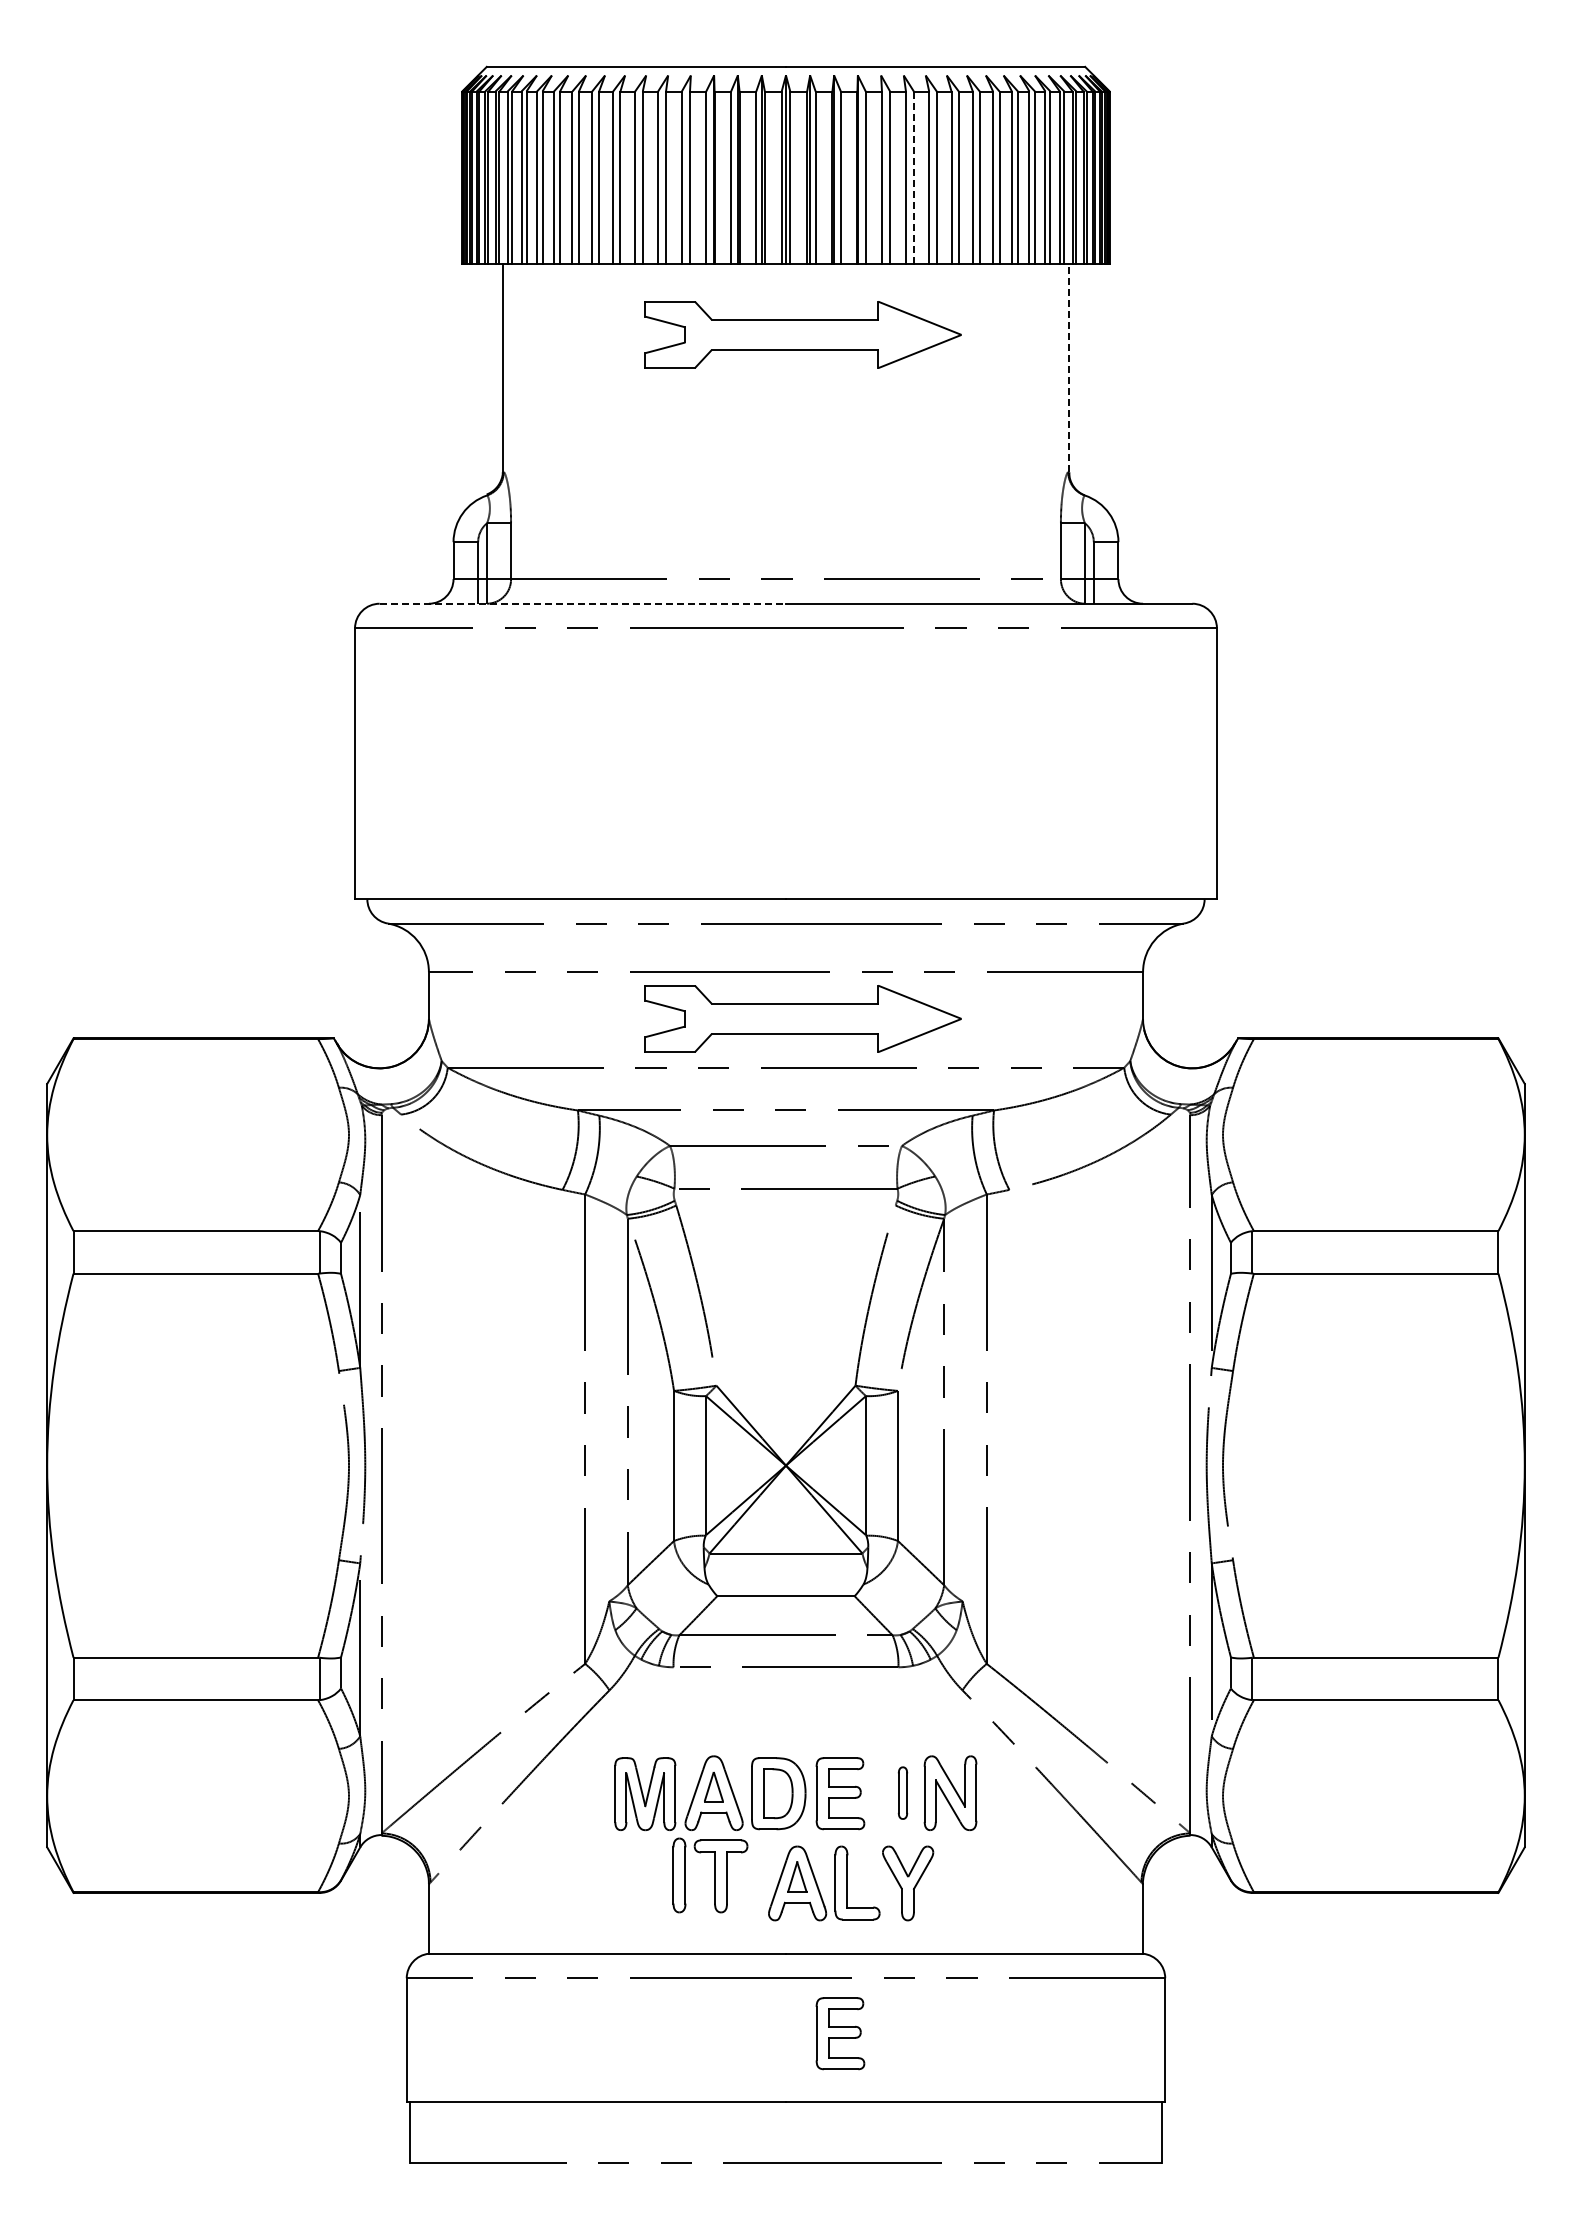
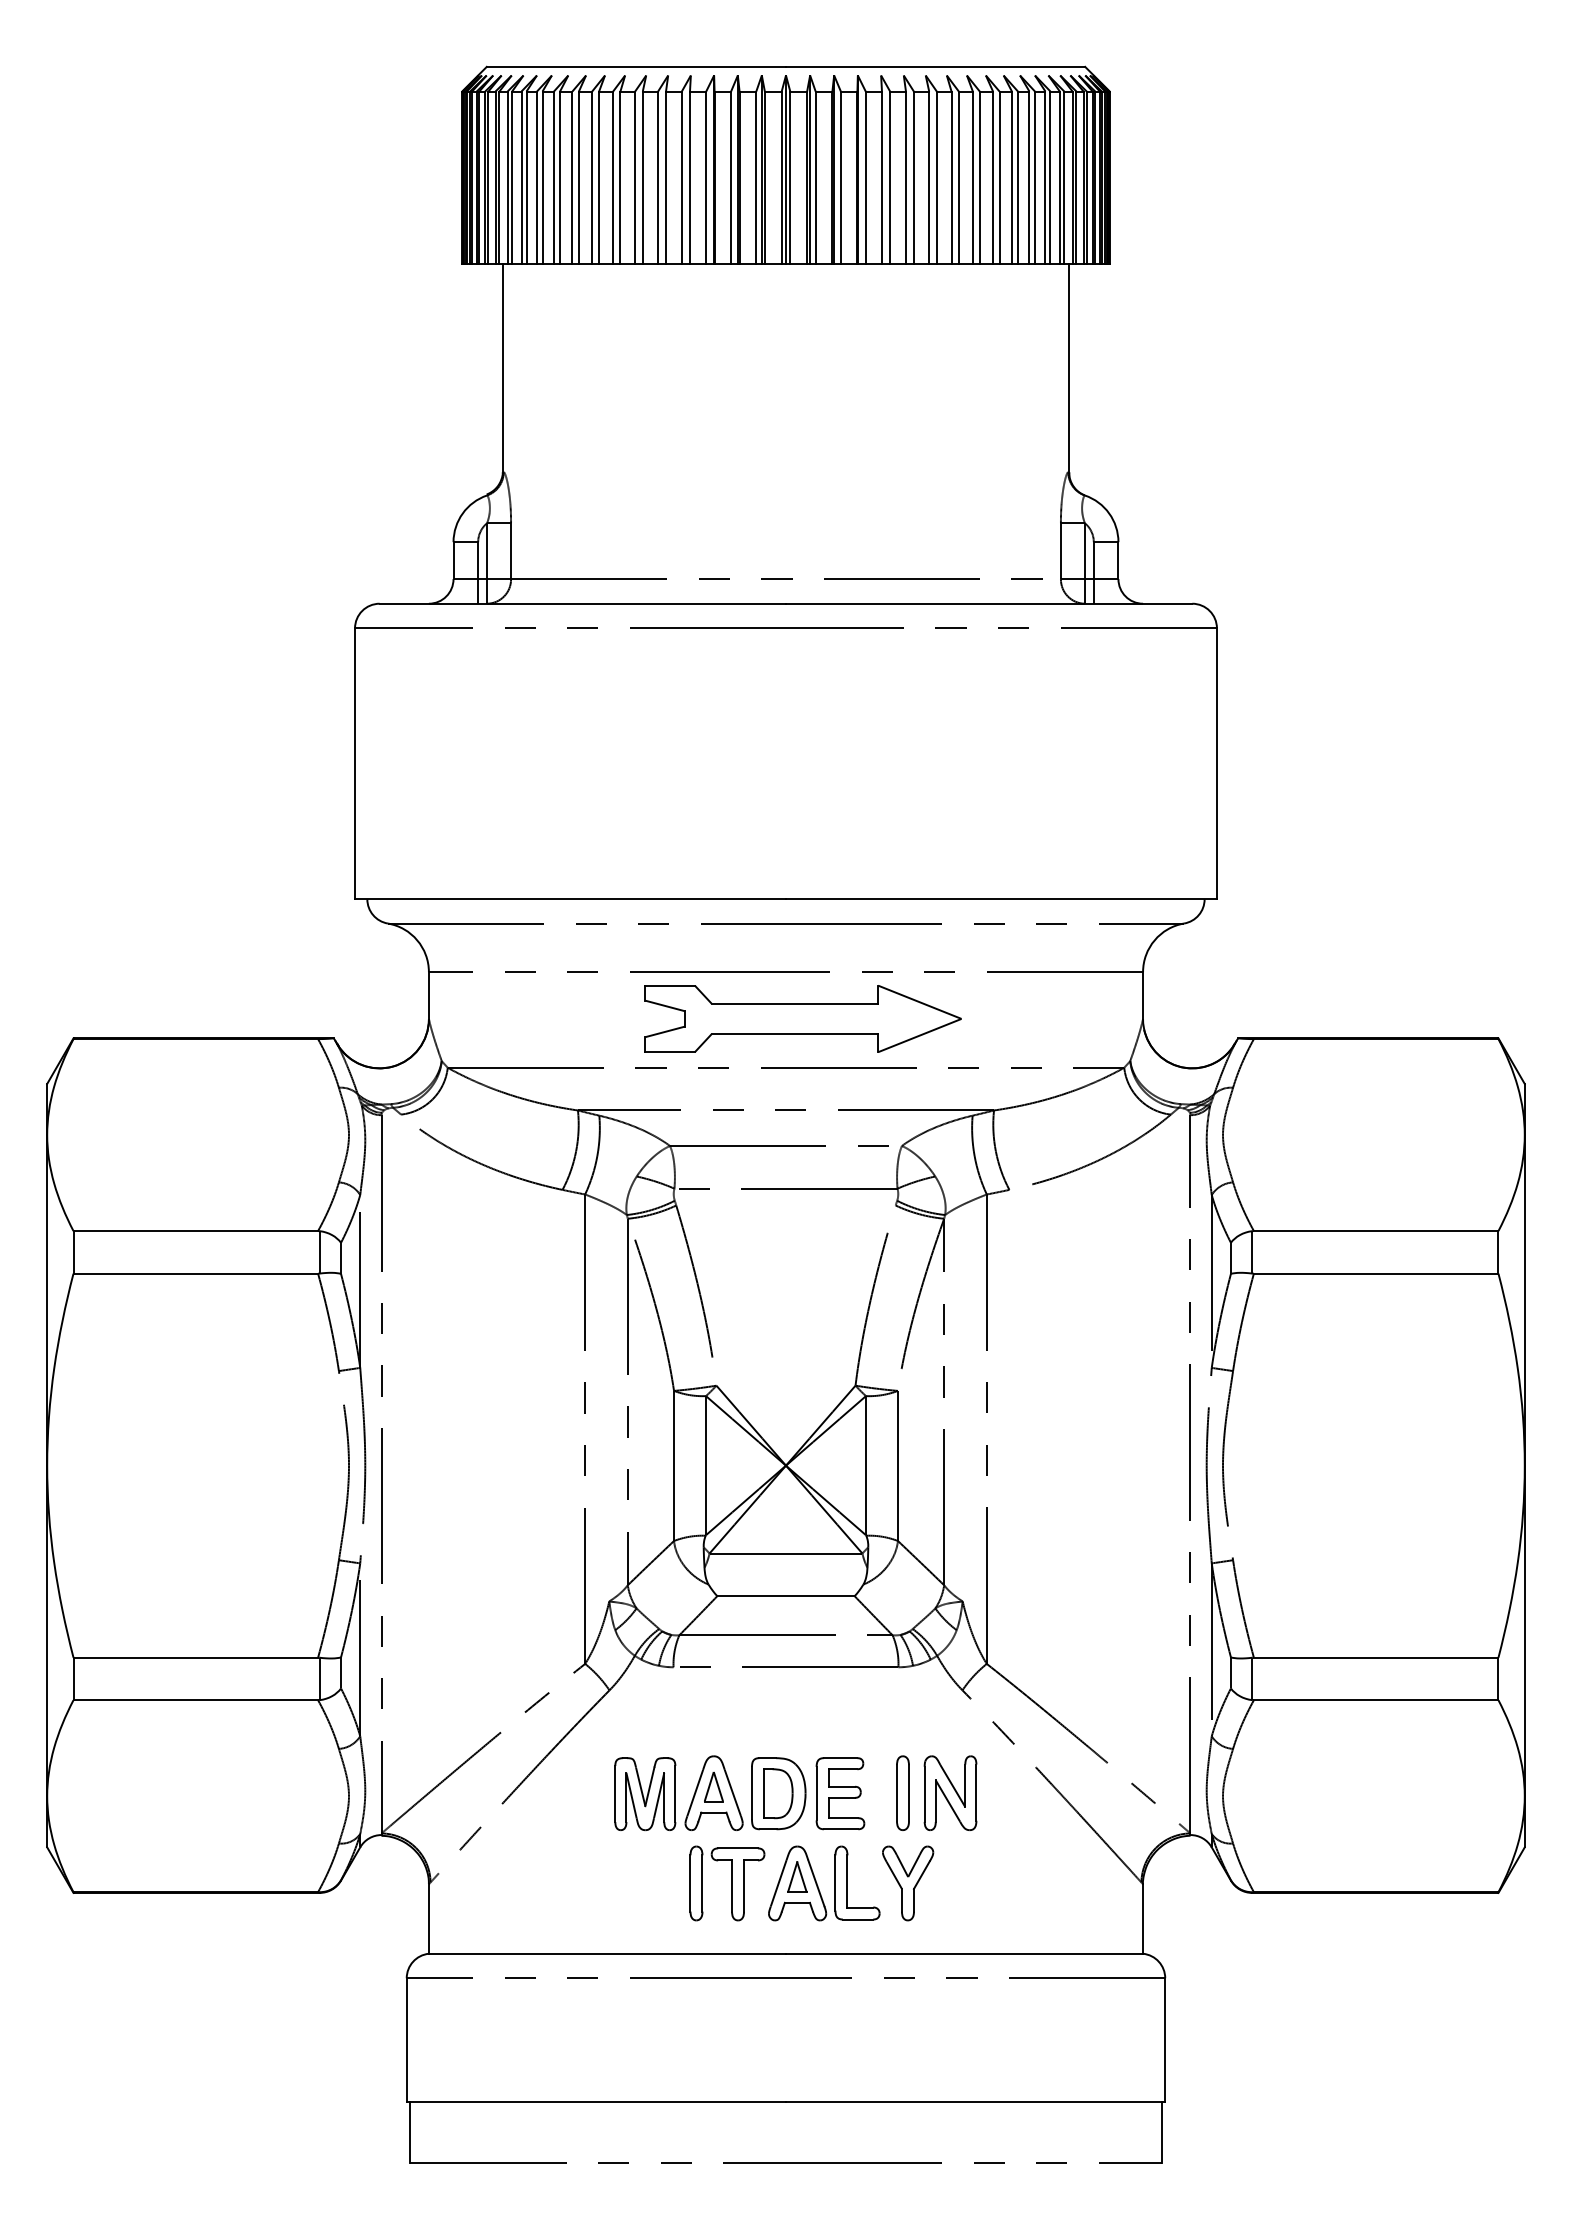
line at (913, 177): dashed -> solid
part at (802, 334): present -> none
line at (1069, 367): dashed -> solid
line at (583, 603): dashed -> solid
part at (902, 1792) size: 12x54 px -> 14x76 px
part at (710, 1875) position: (710, 1875) -> (727, 1883)
part at (840, 2033): present -> none
